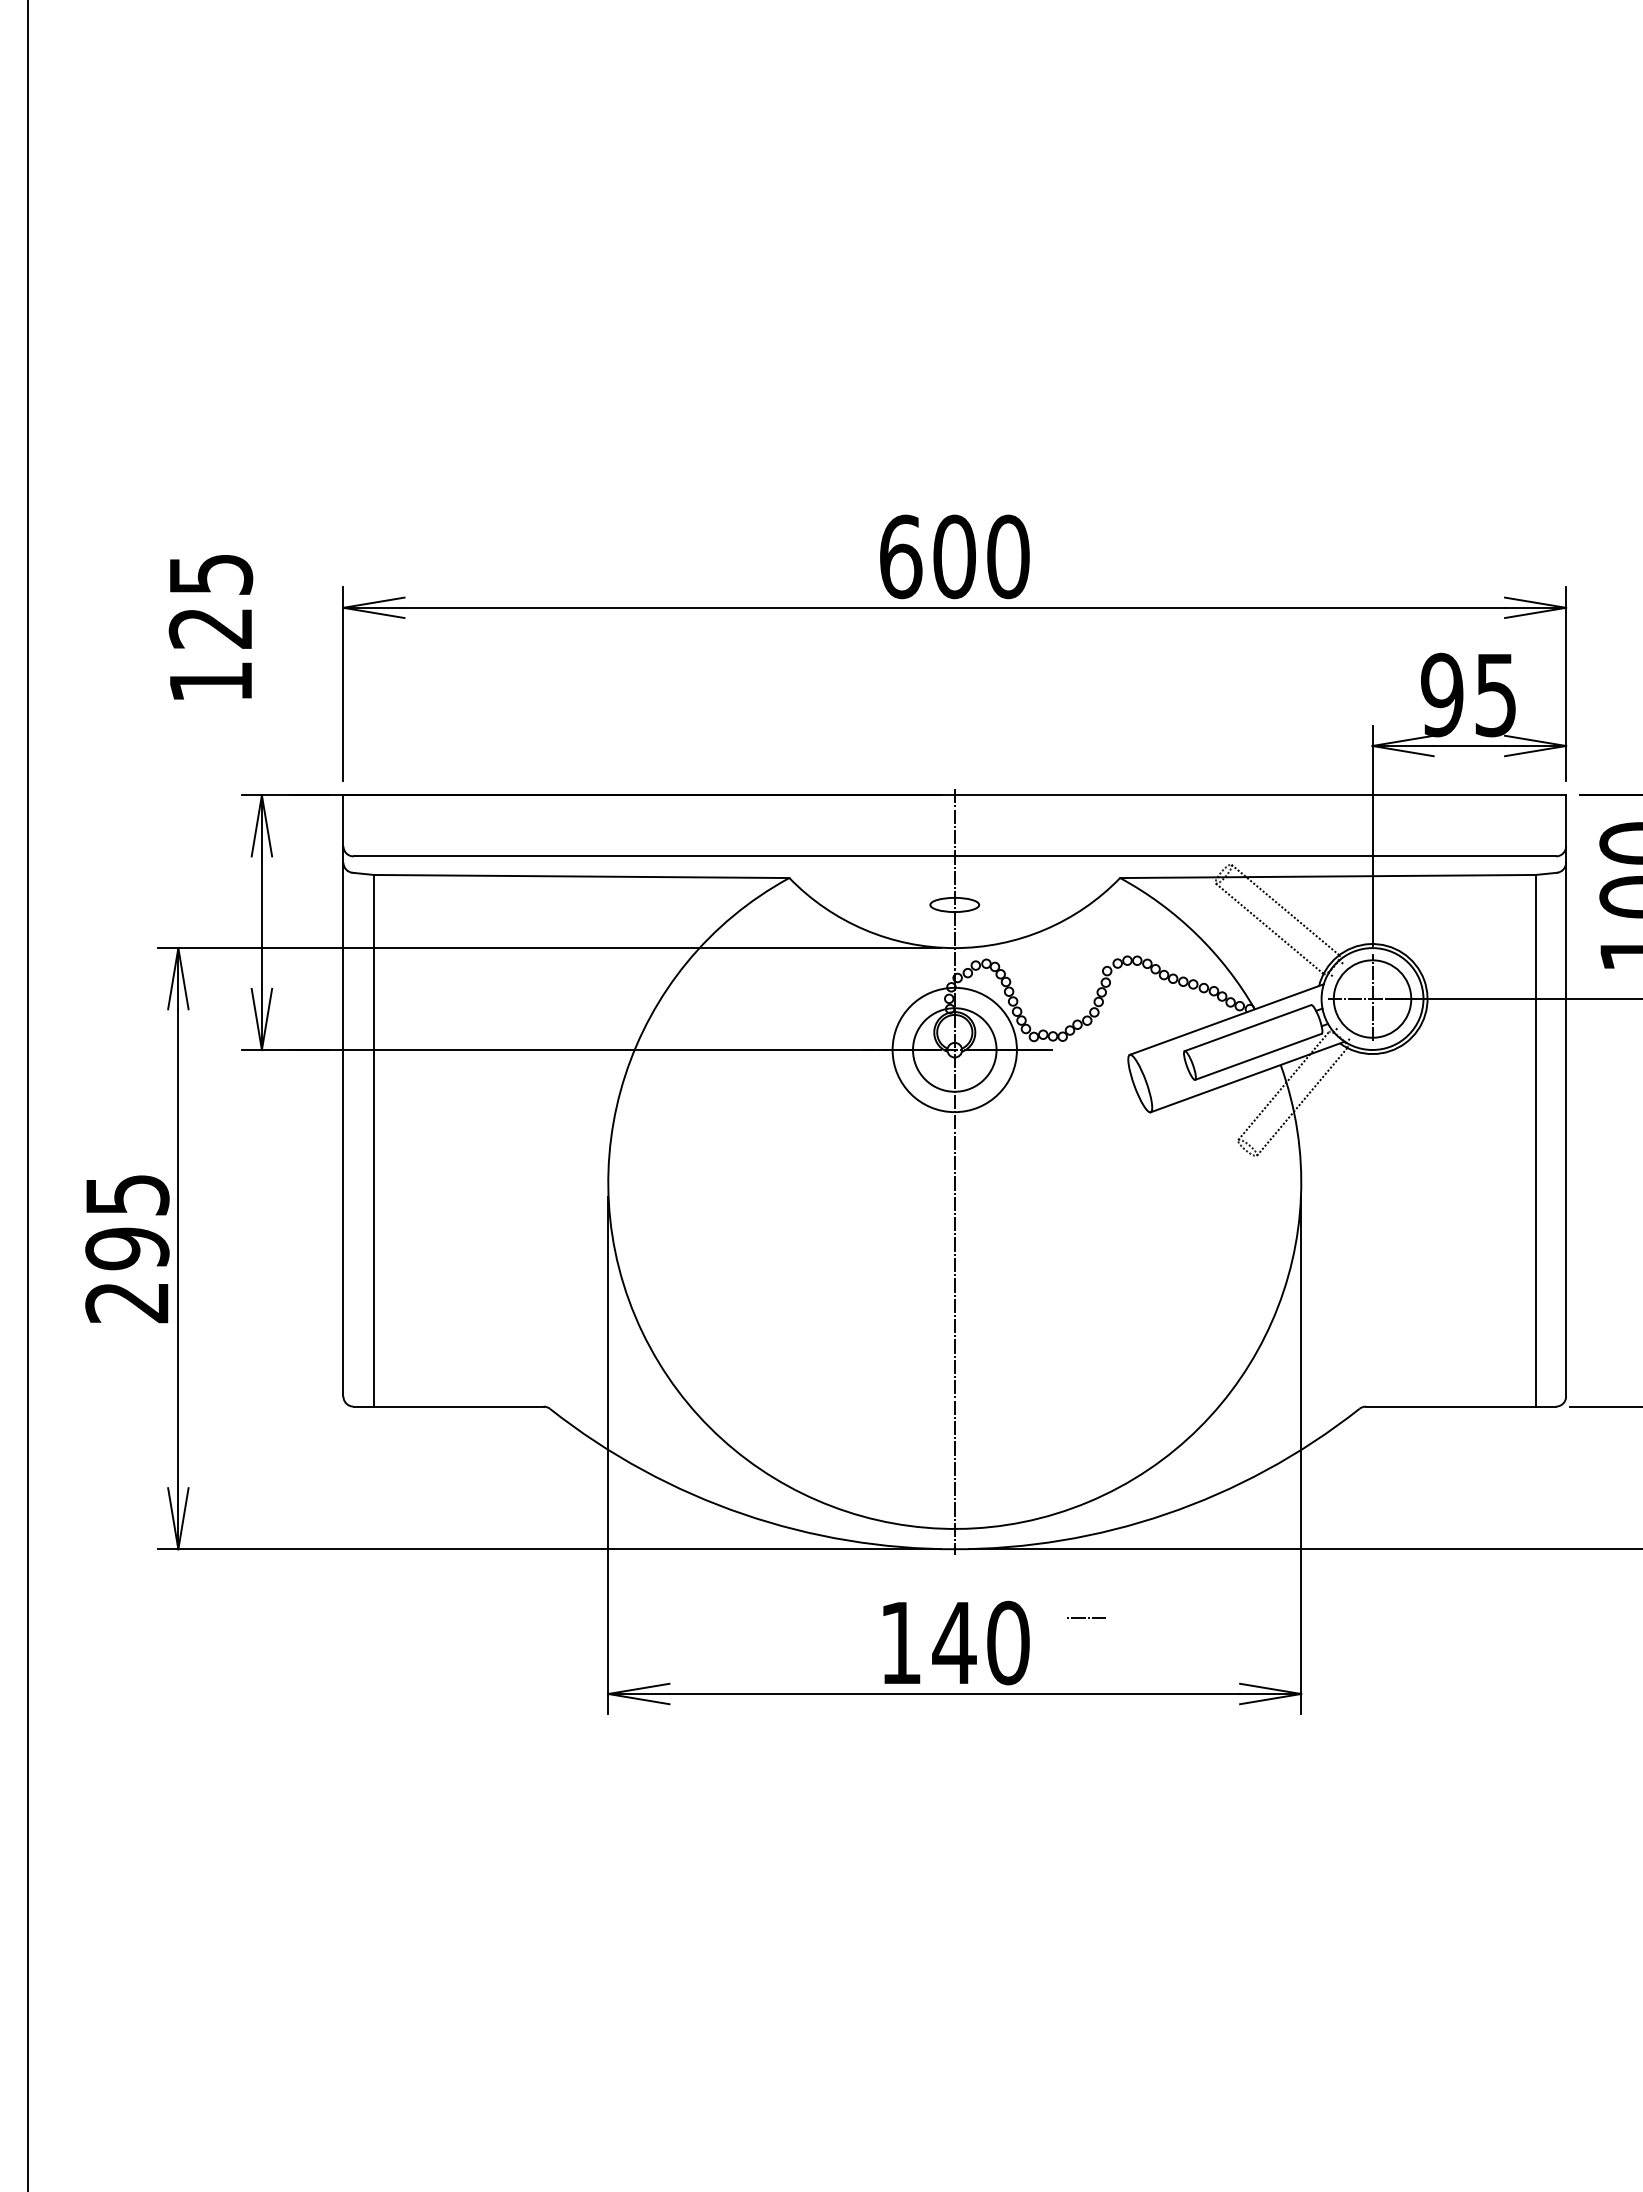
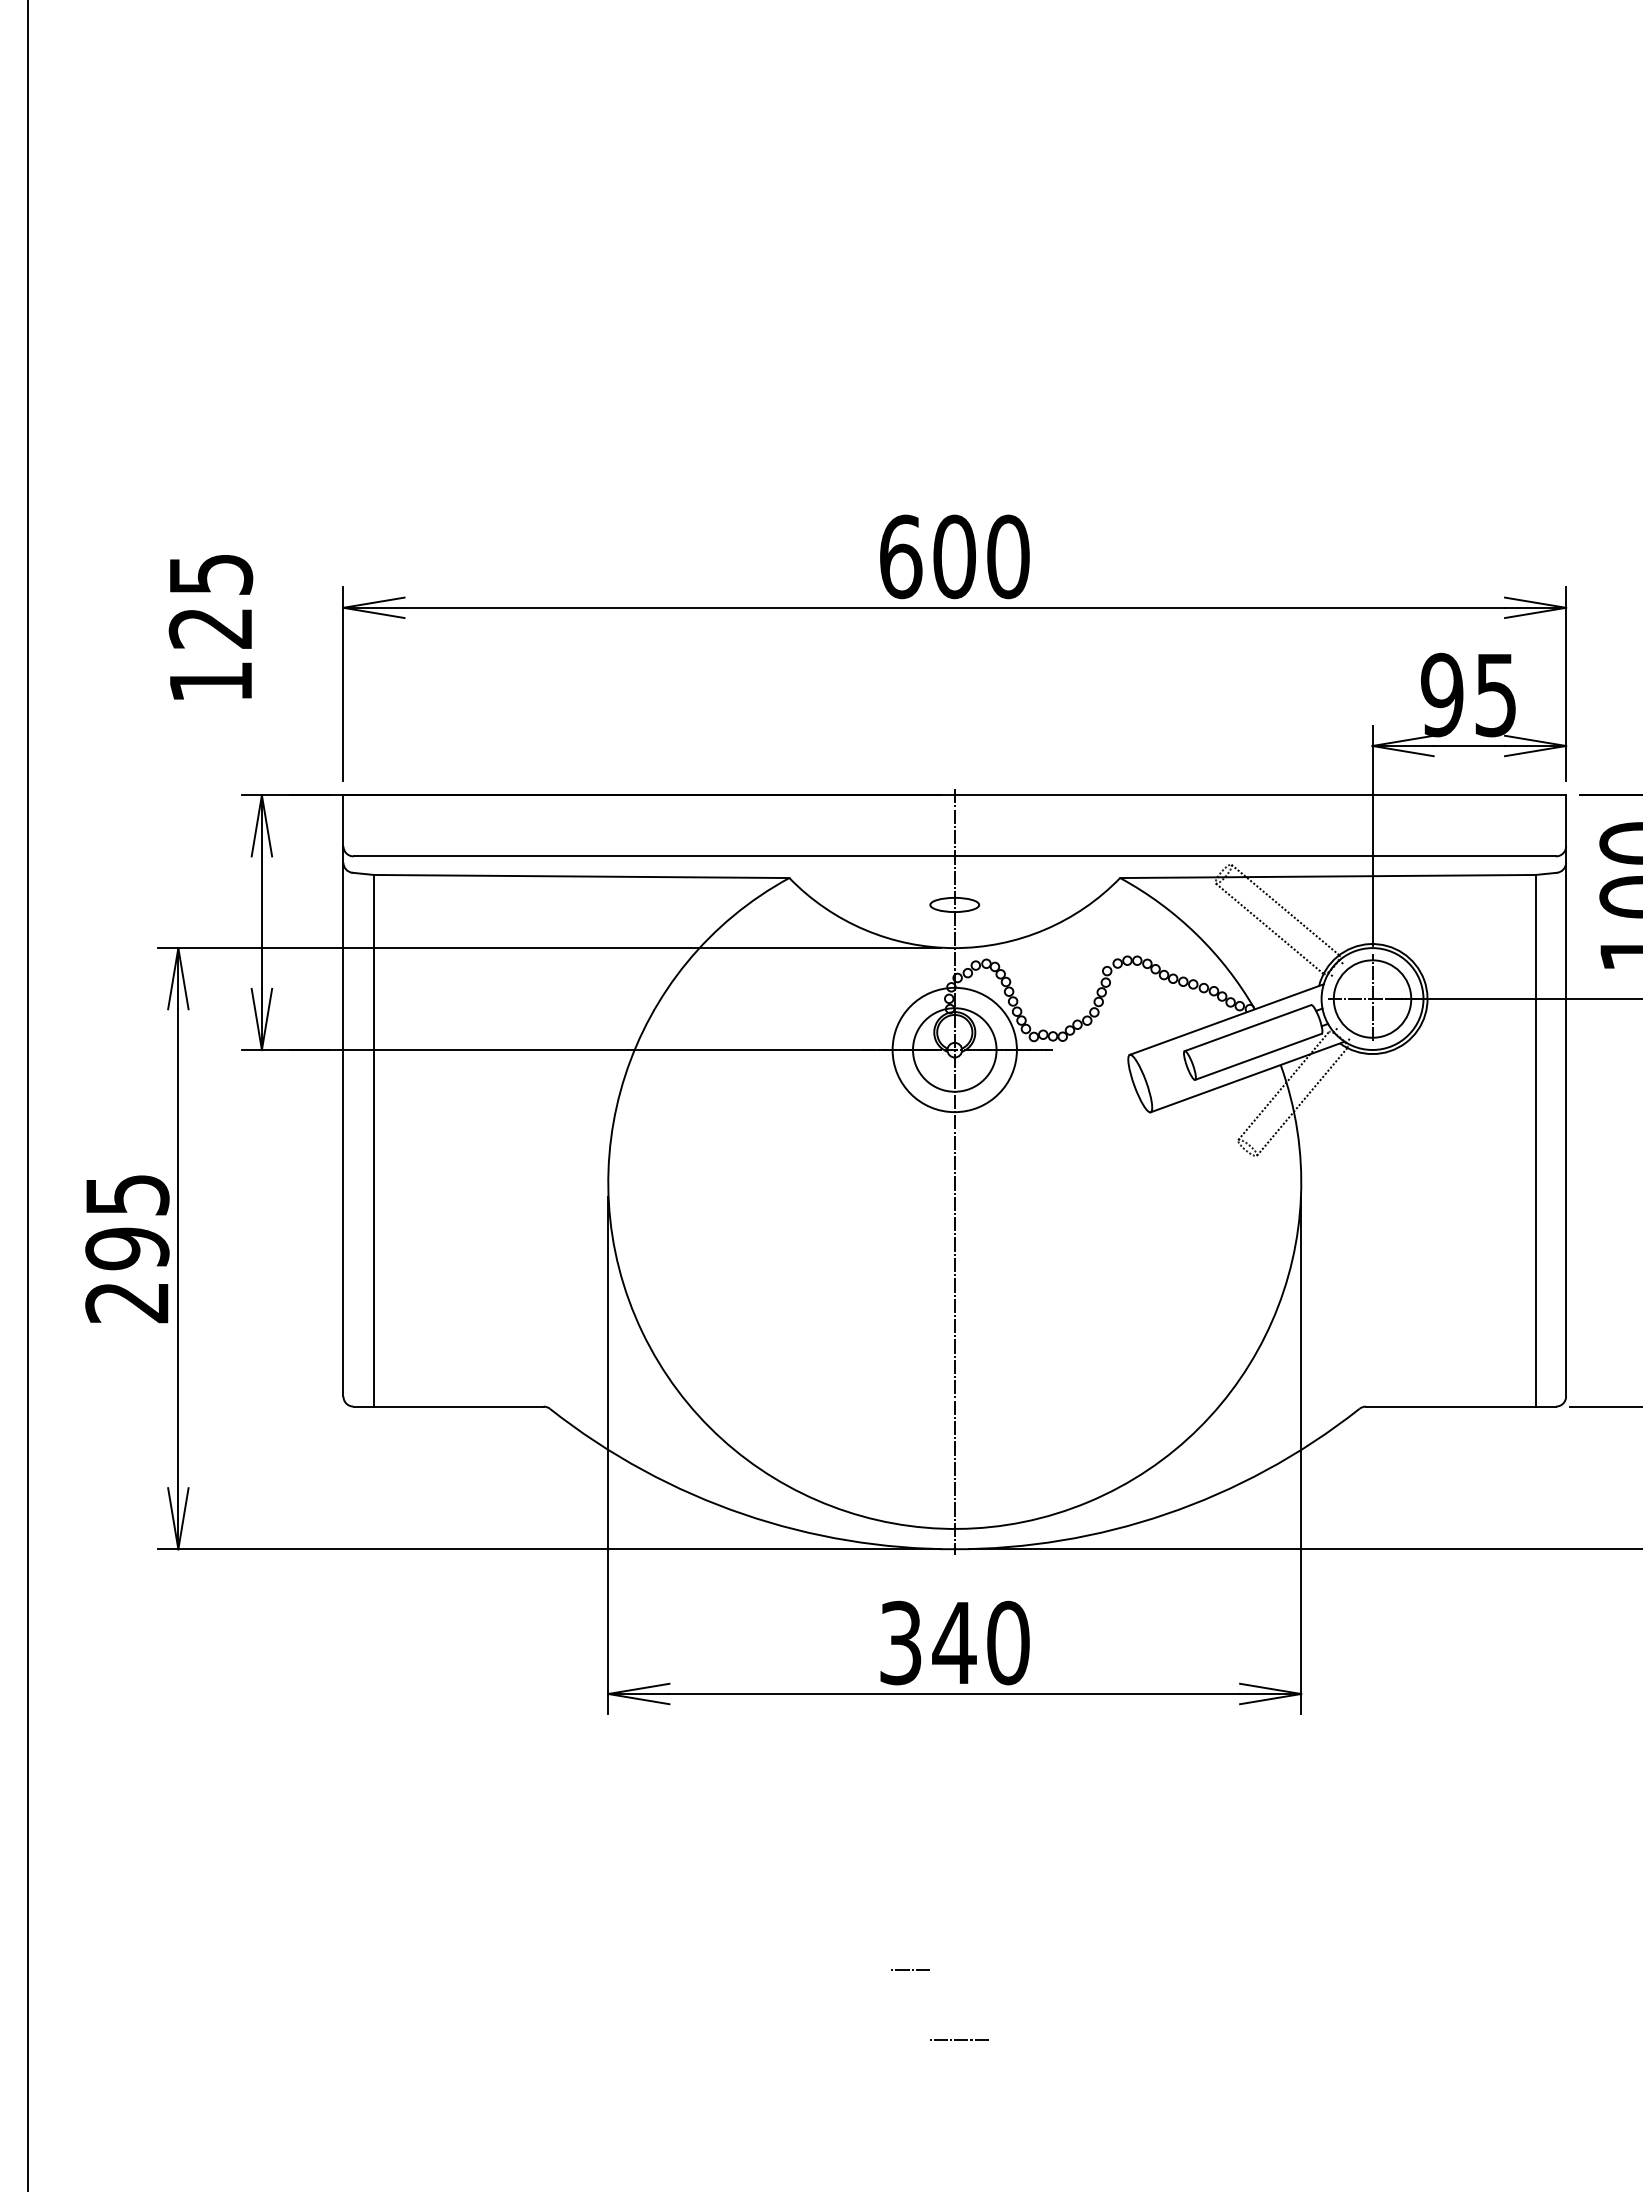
line at (1085, 1617) position: (1085, 1617) -> (909, 1969)
text at (900, 1642): 140 -> 340
line at (958, 2040): none -> present
